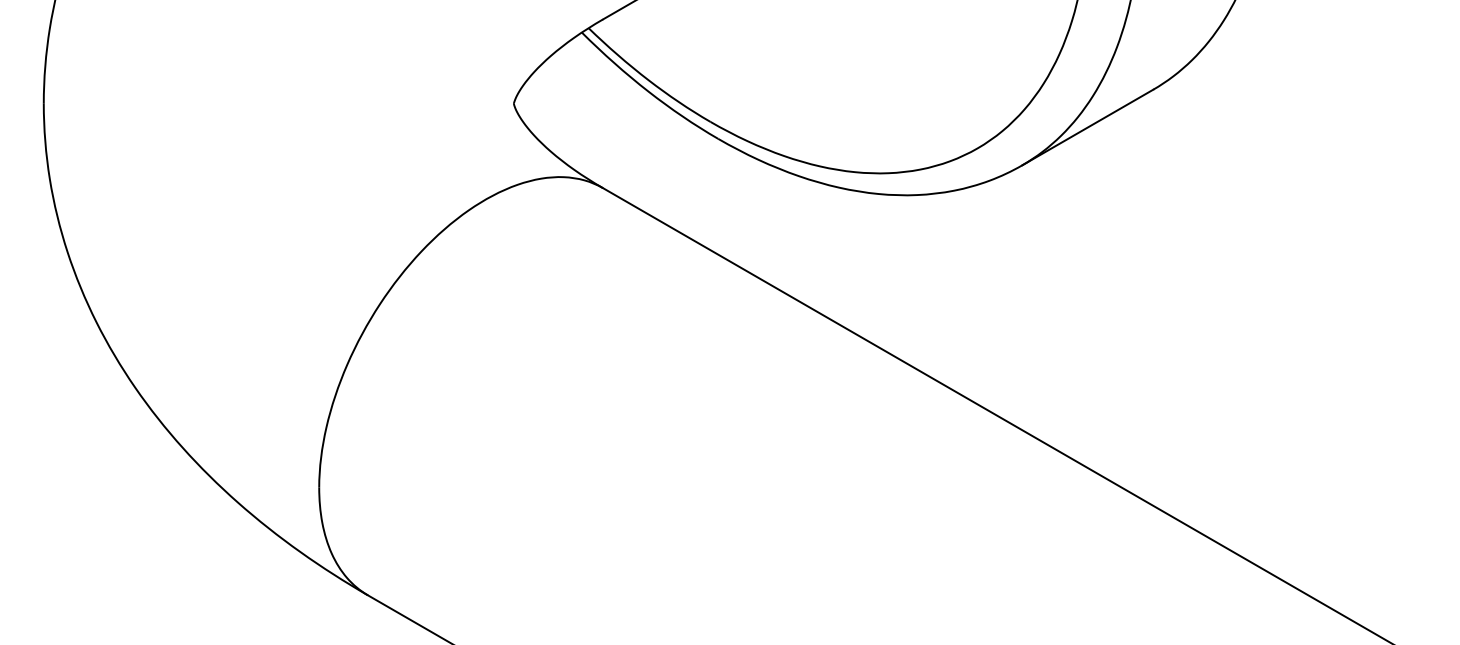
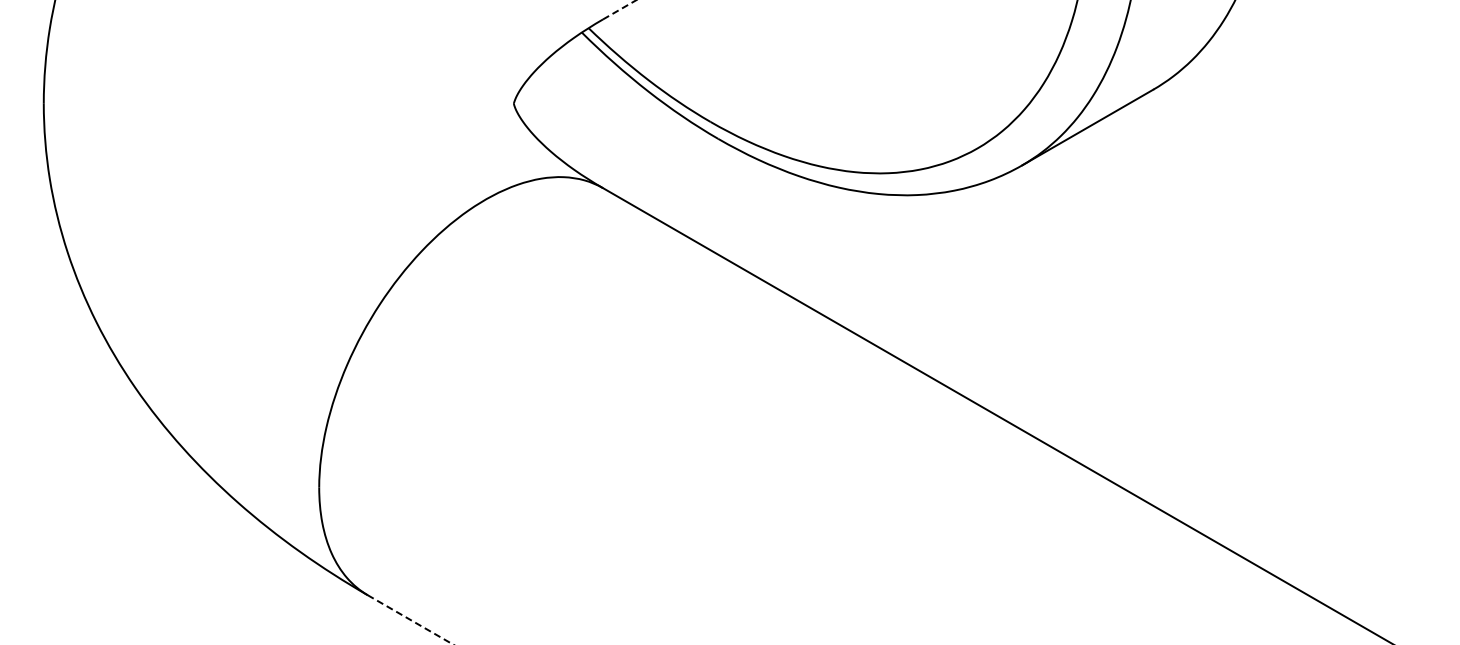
line at (620, 9): solid -> dashed
line at (410, 619): solid -> dashed
